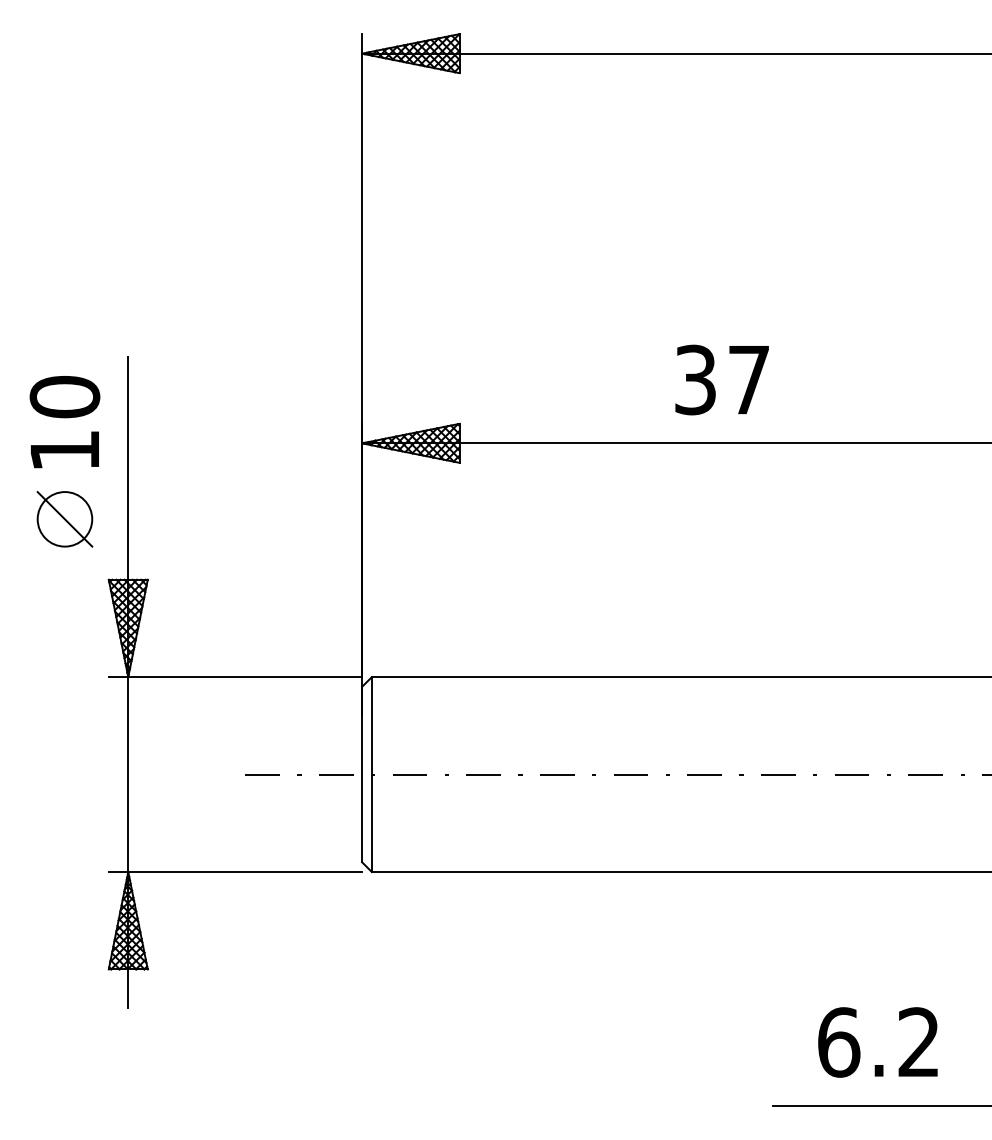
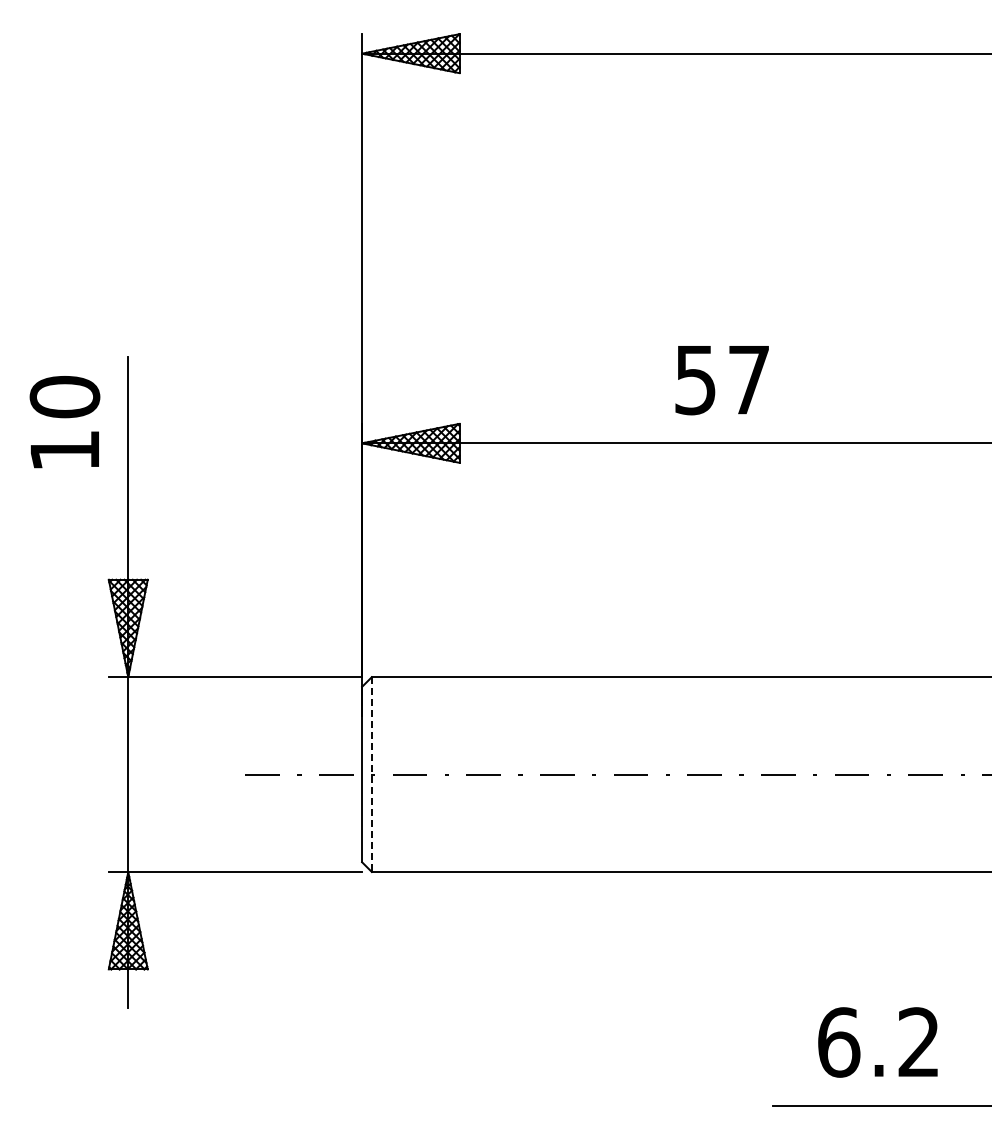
text at (695, 379): 37 -> 57
part at (64, 519): present -> none
line at (371, 775): solid -> dashed
